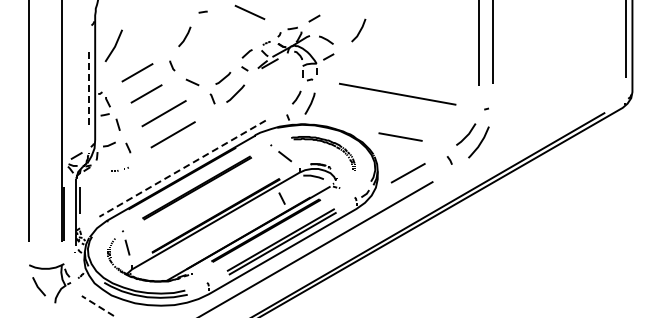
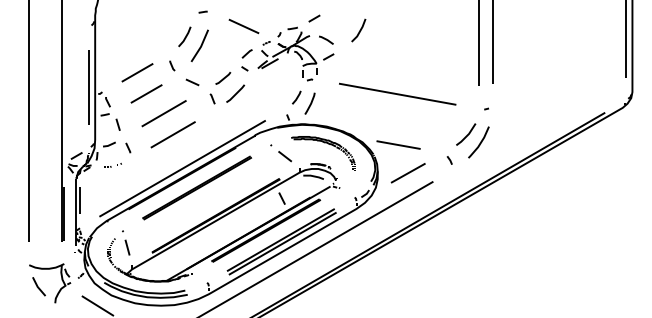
line at (249, 12) position: (249, 12) -> (243, 26)
line at (114, 45) position: (114, 45) -> (200, 45)
line at (88, 87): dashed -> solid
line at (400, 136) position: (400, 136) -> (398, 144)
line at (182, 168): dashed -> solid
part at (119, 169) position: (119, 169) -> (112, 165)
line at (97, 306): dashed -> solid
